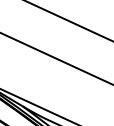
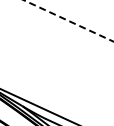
line at (68, 21): solid -> dashed
line at (56, 58): present -> none
